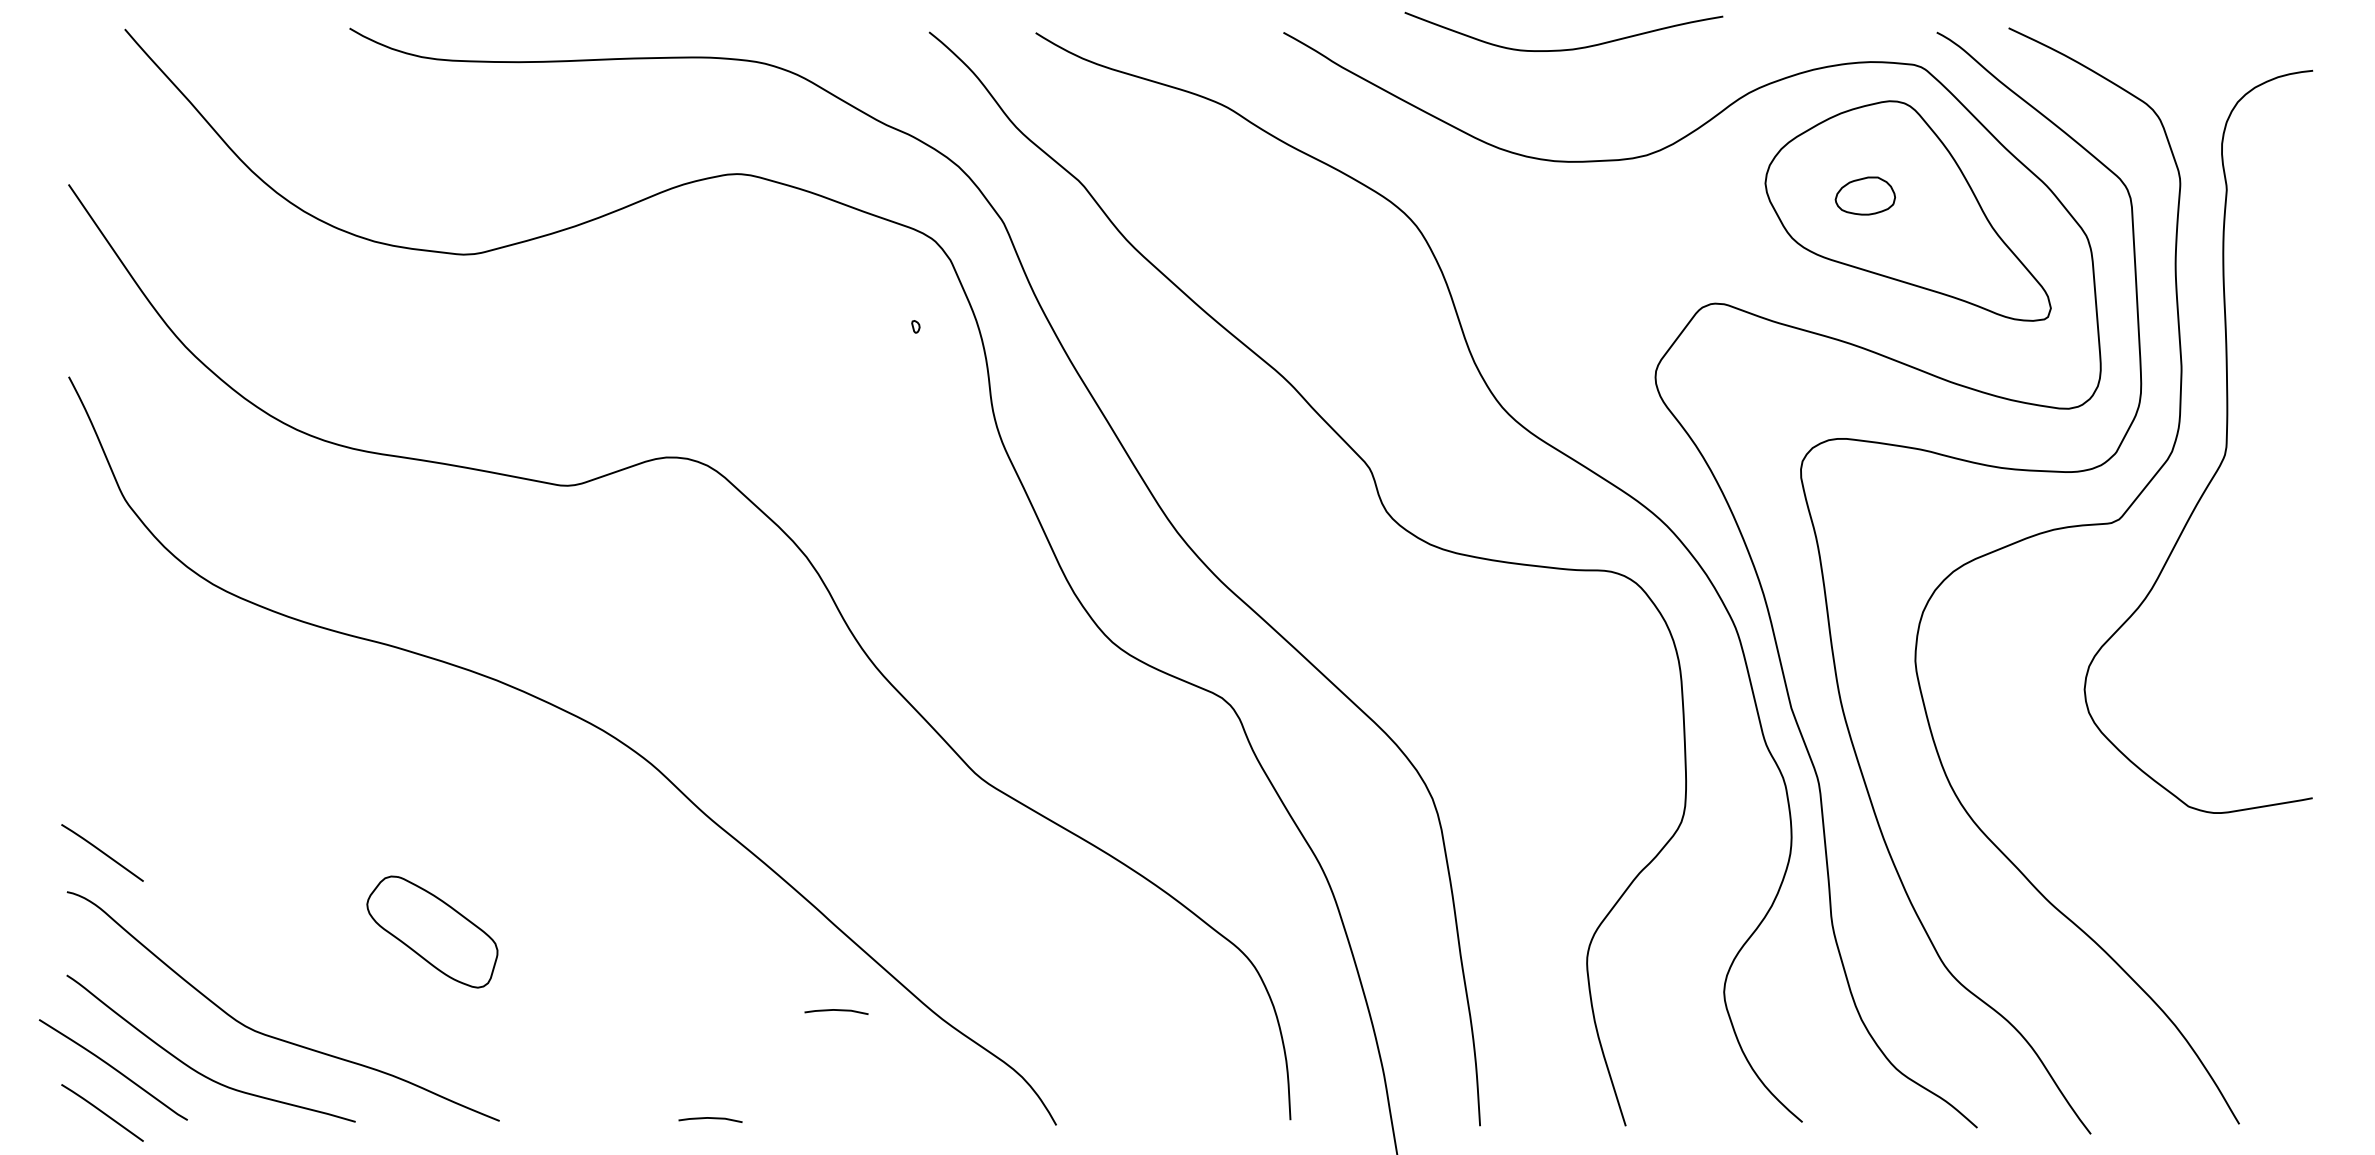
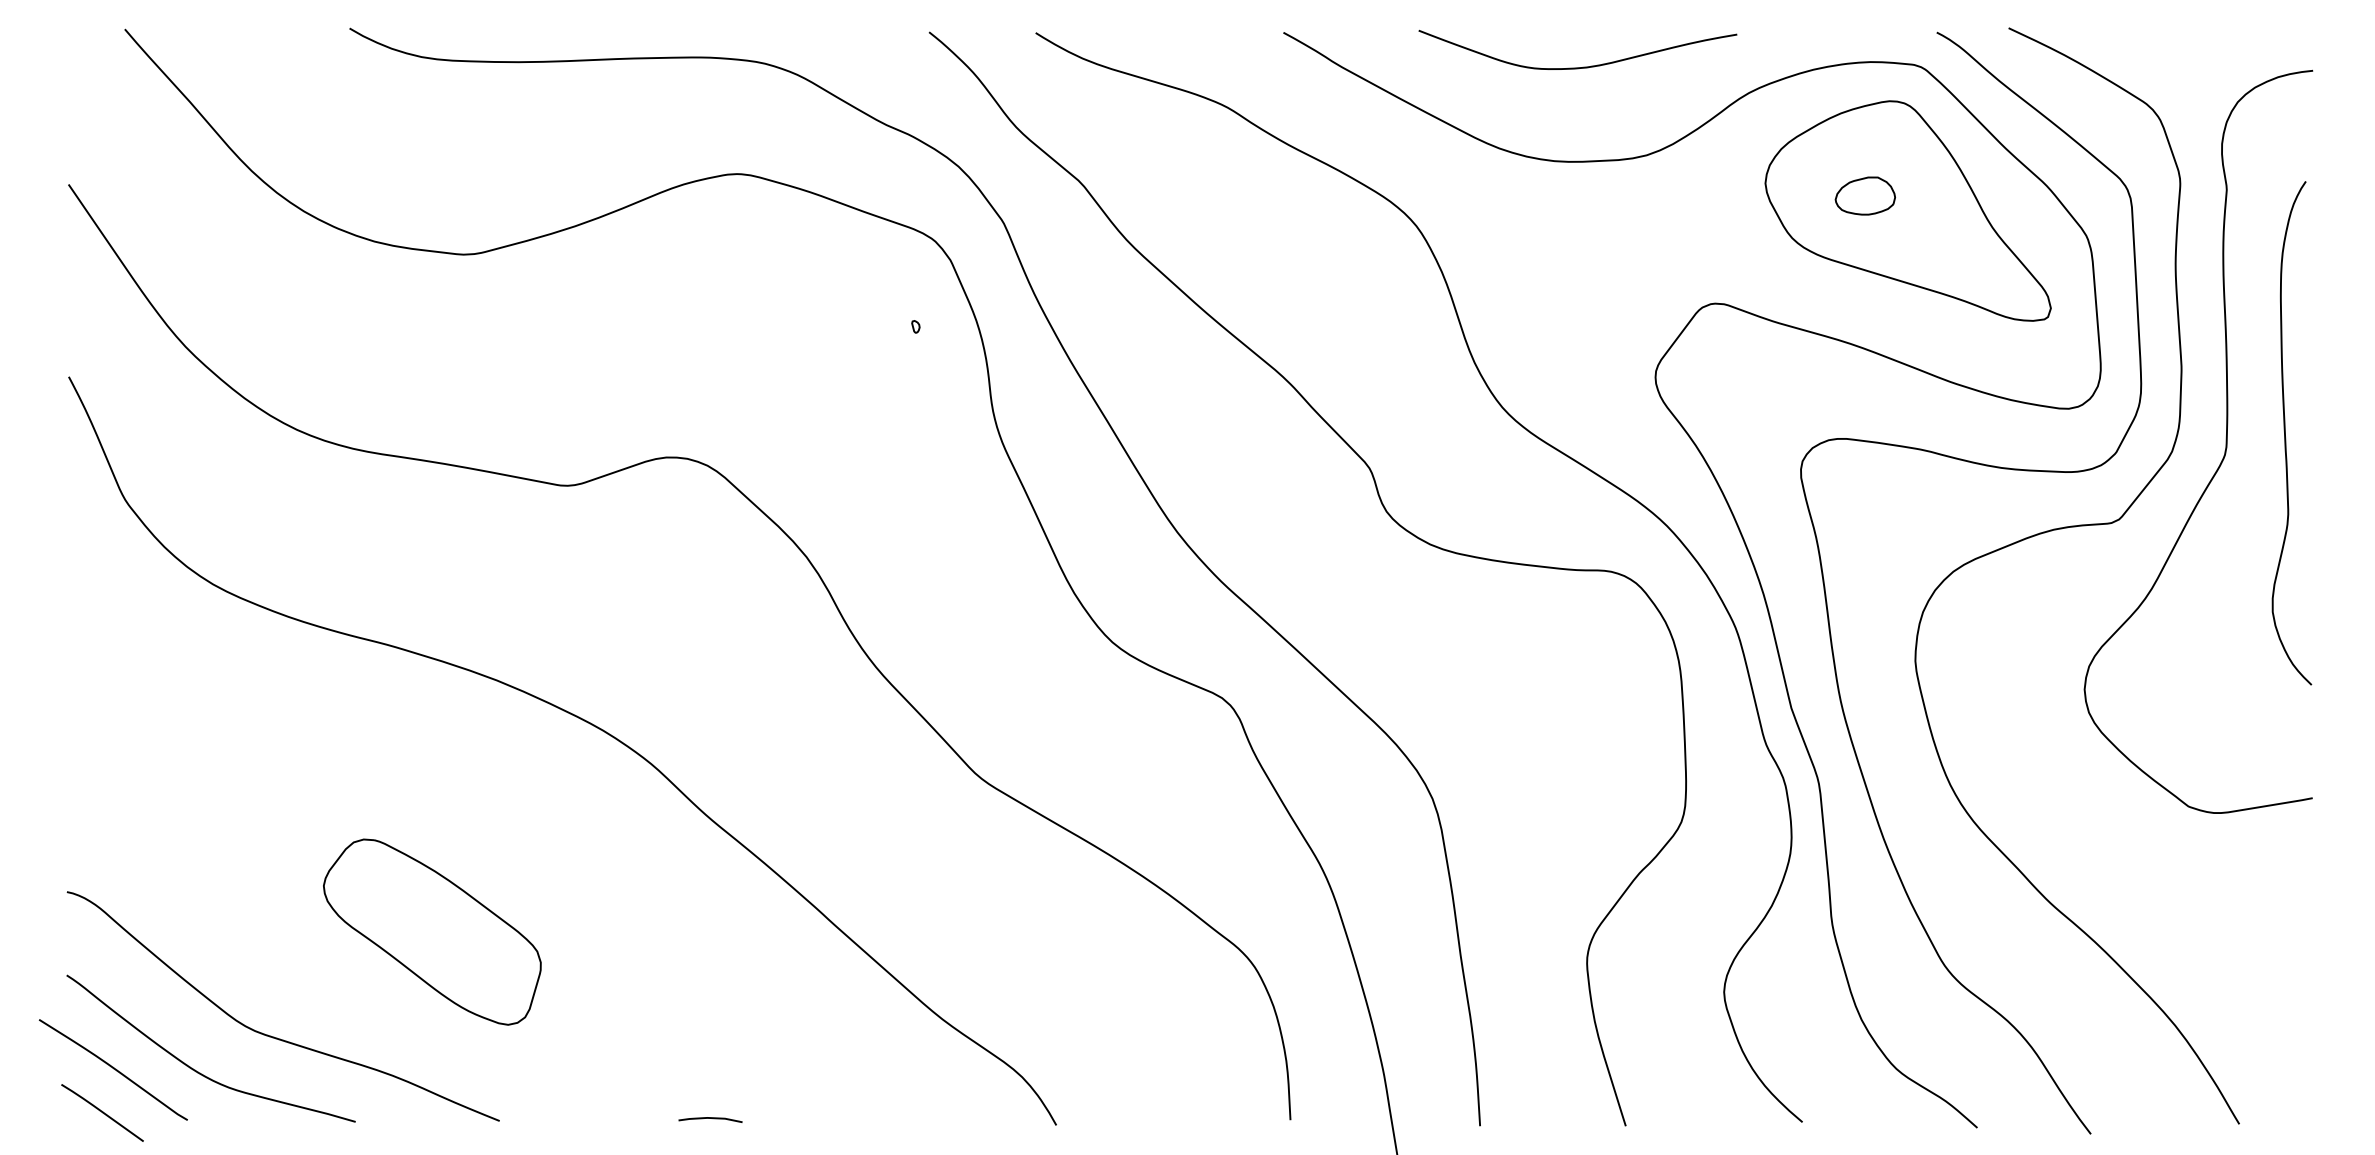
curve at (1563, 49) position: (1563, 49) -> (1577, 67)
curve at (2285, 433): none -> present
line at (102, 852): present -> none
part at (432, 931) size: 133x114 px -> 219x188 px
line at (836, 1010): present -> none
